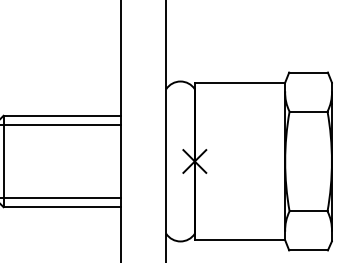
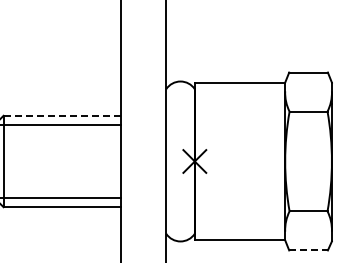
line at (62, 115): solid -> dashed
line at (309, 250): solid -> dashed
